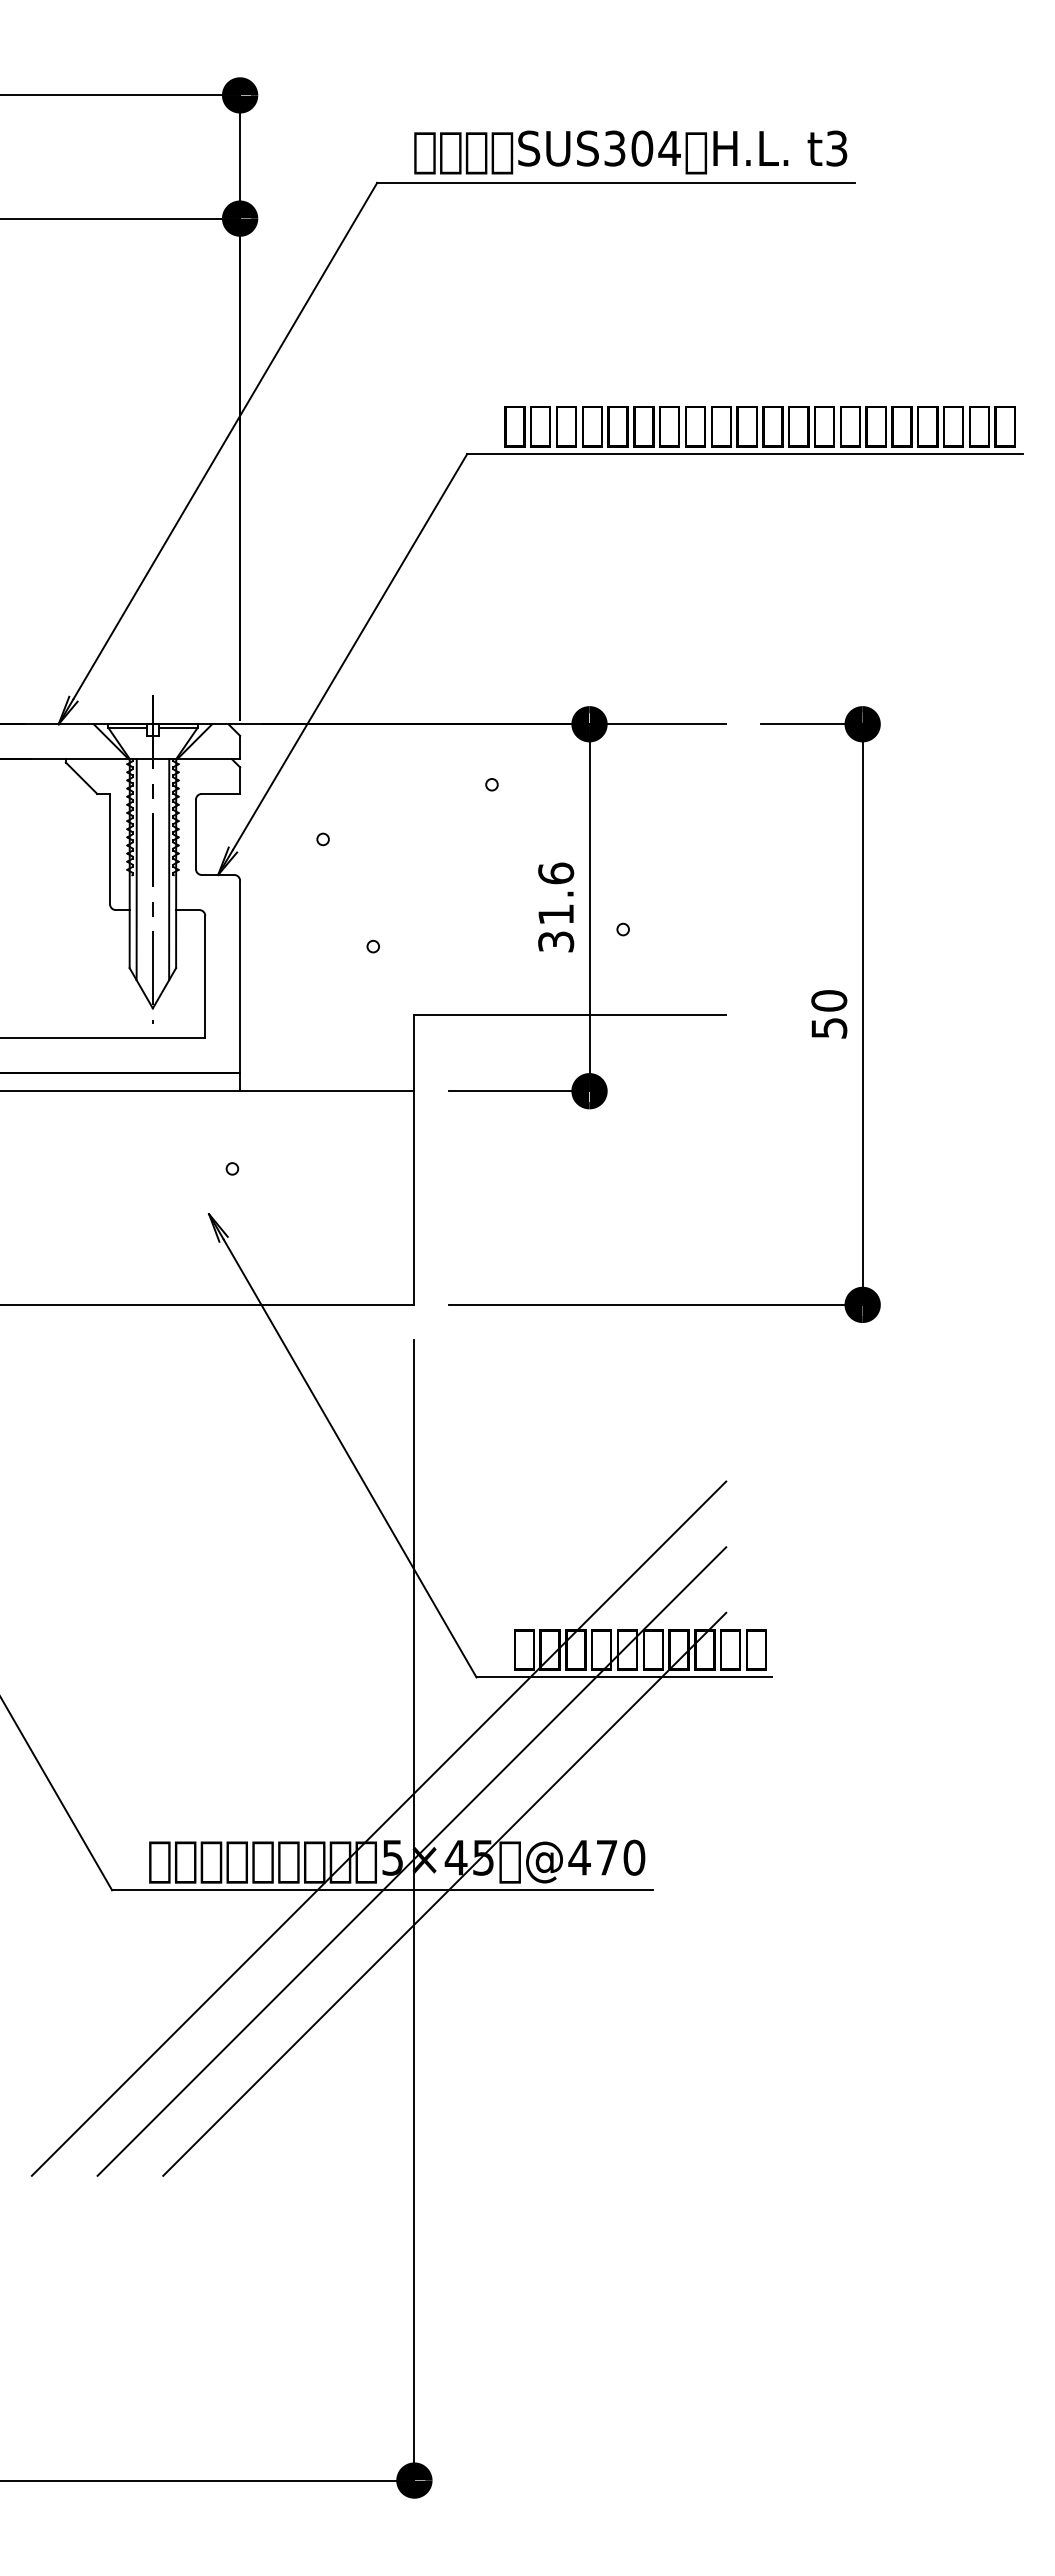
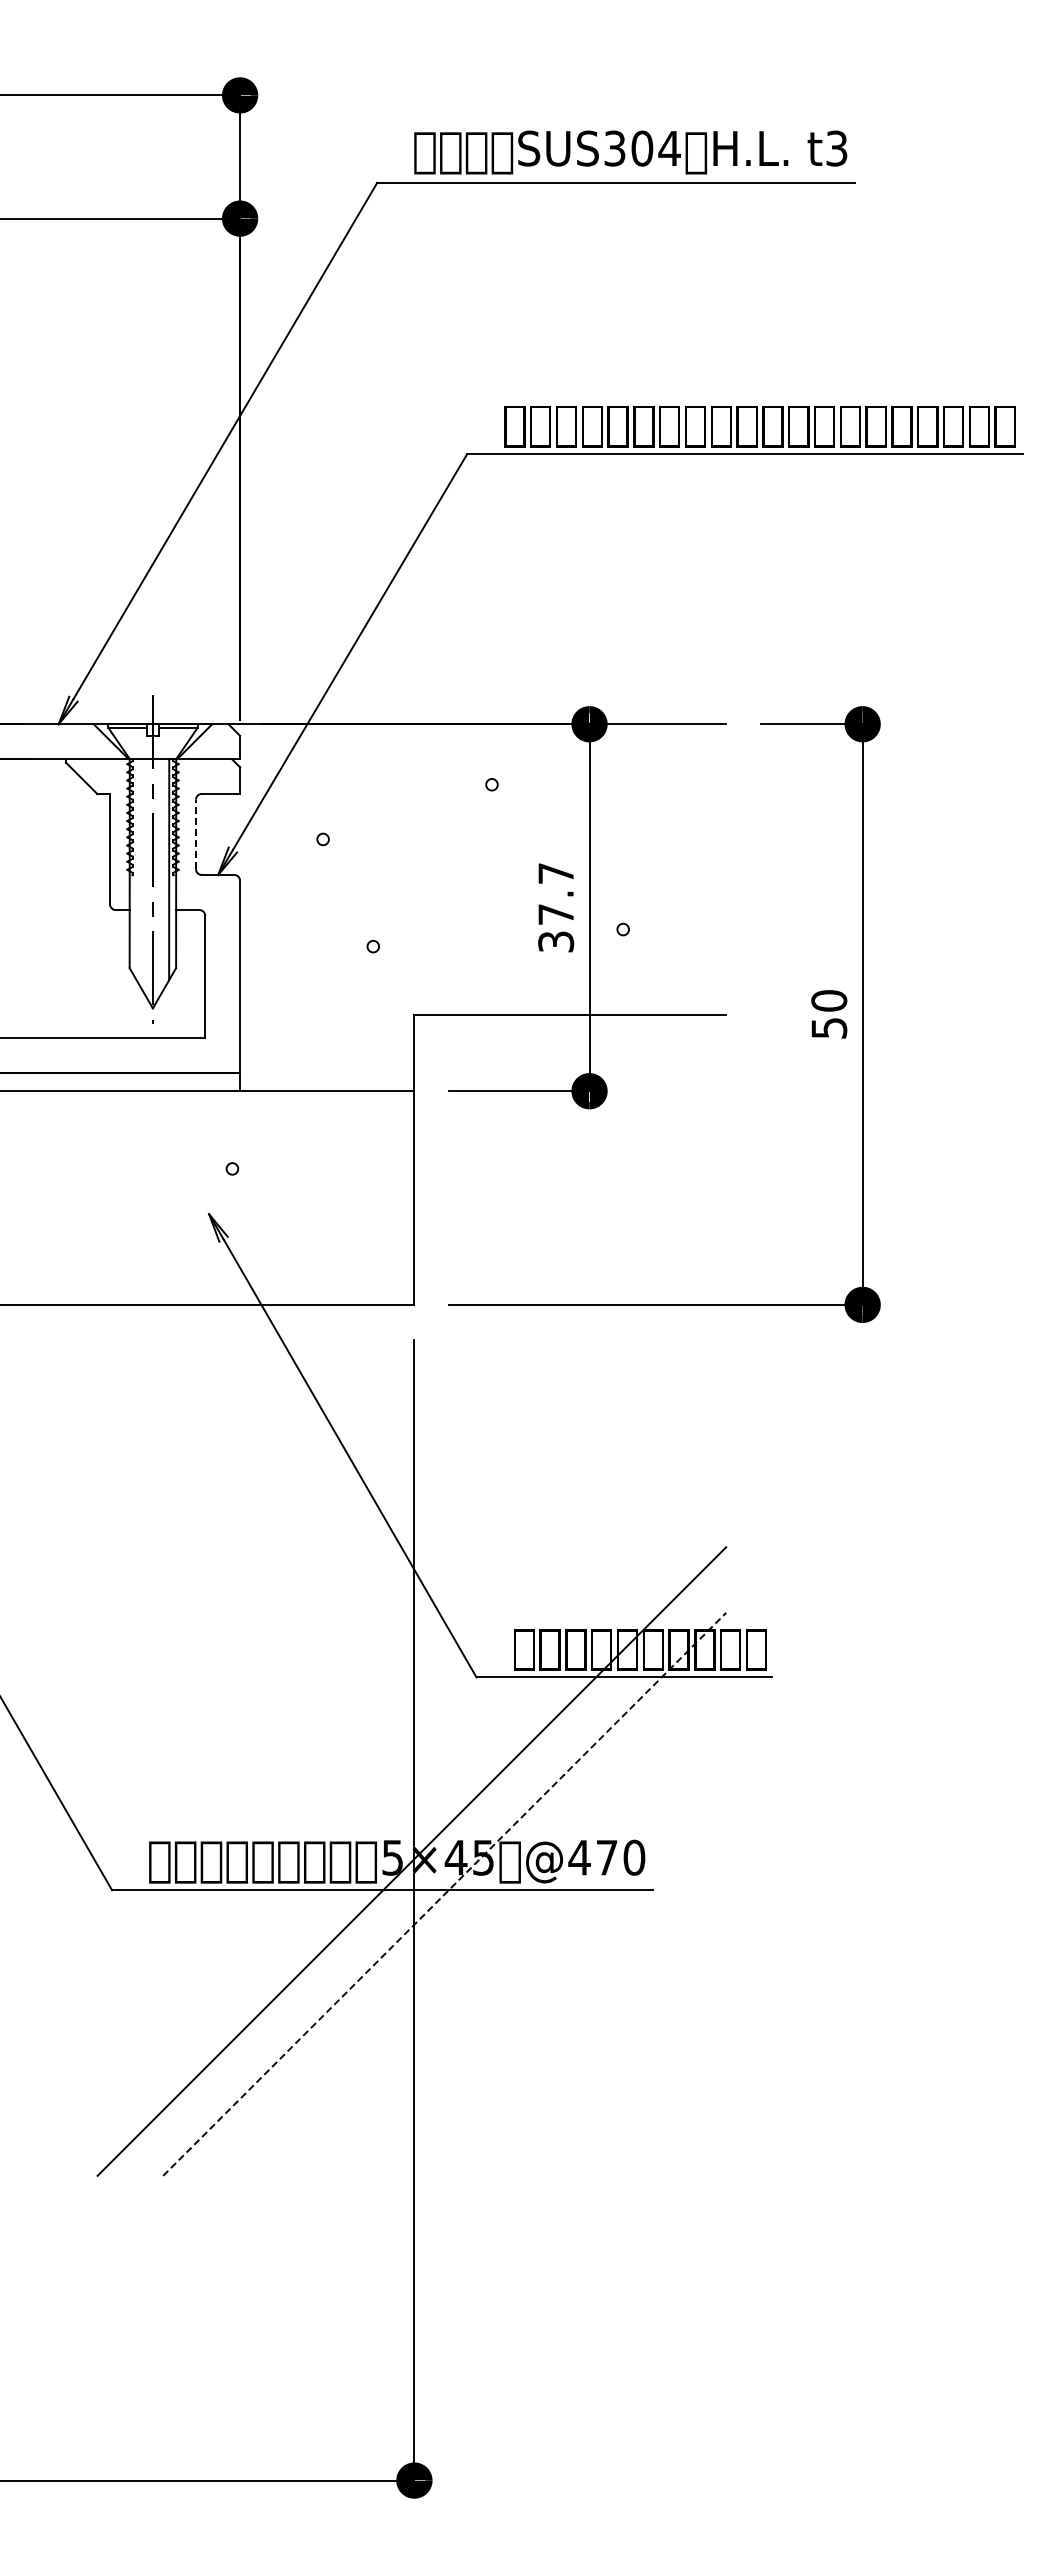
line at (195, 834): solid -> dashed
line at (136, 869): present -> none
text at (556, 893): 31.6 -> 37.7
line at (378, 1828): present -> none
line at (445, 1894): solid -> dashed
